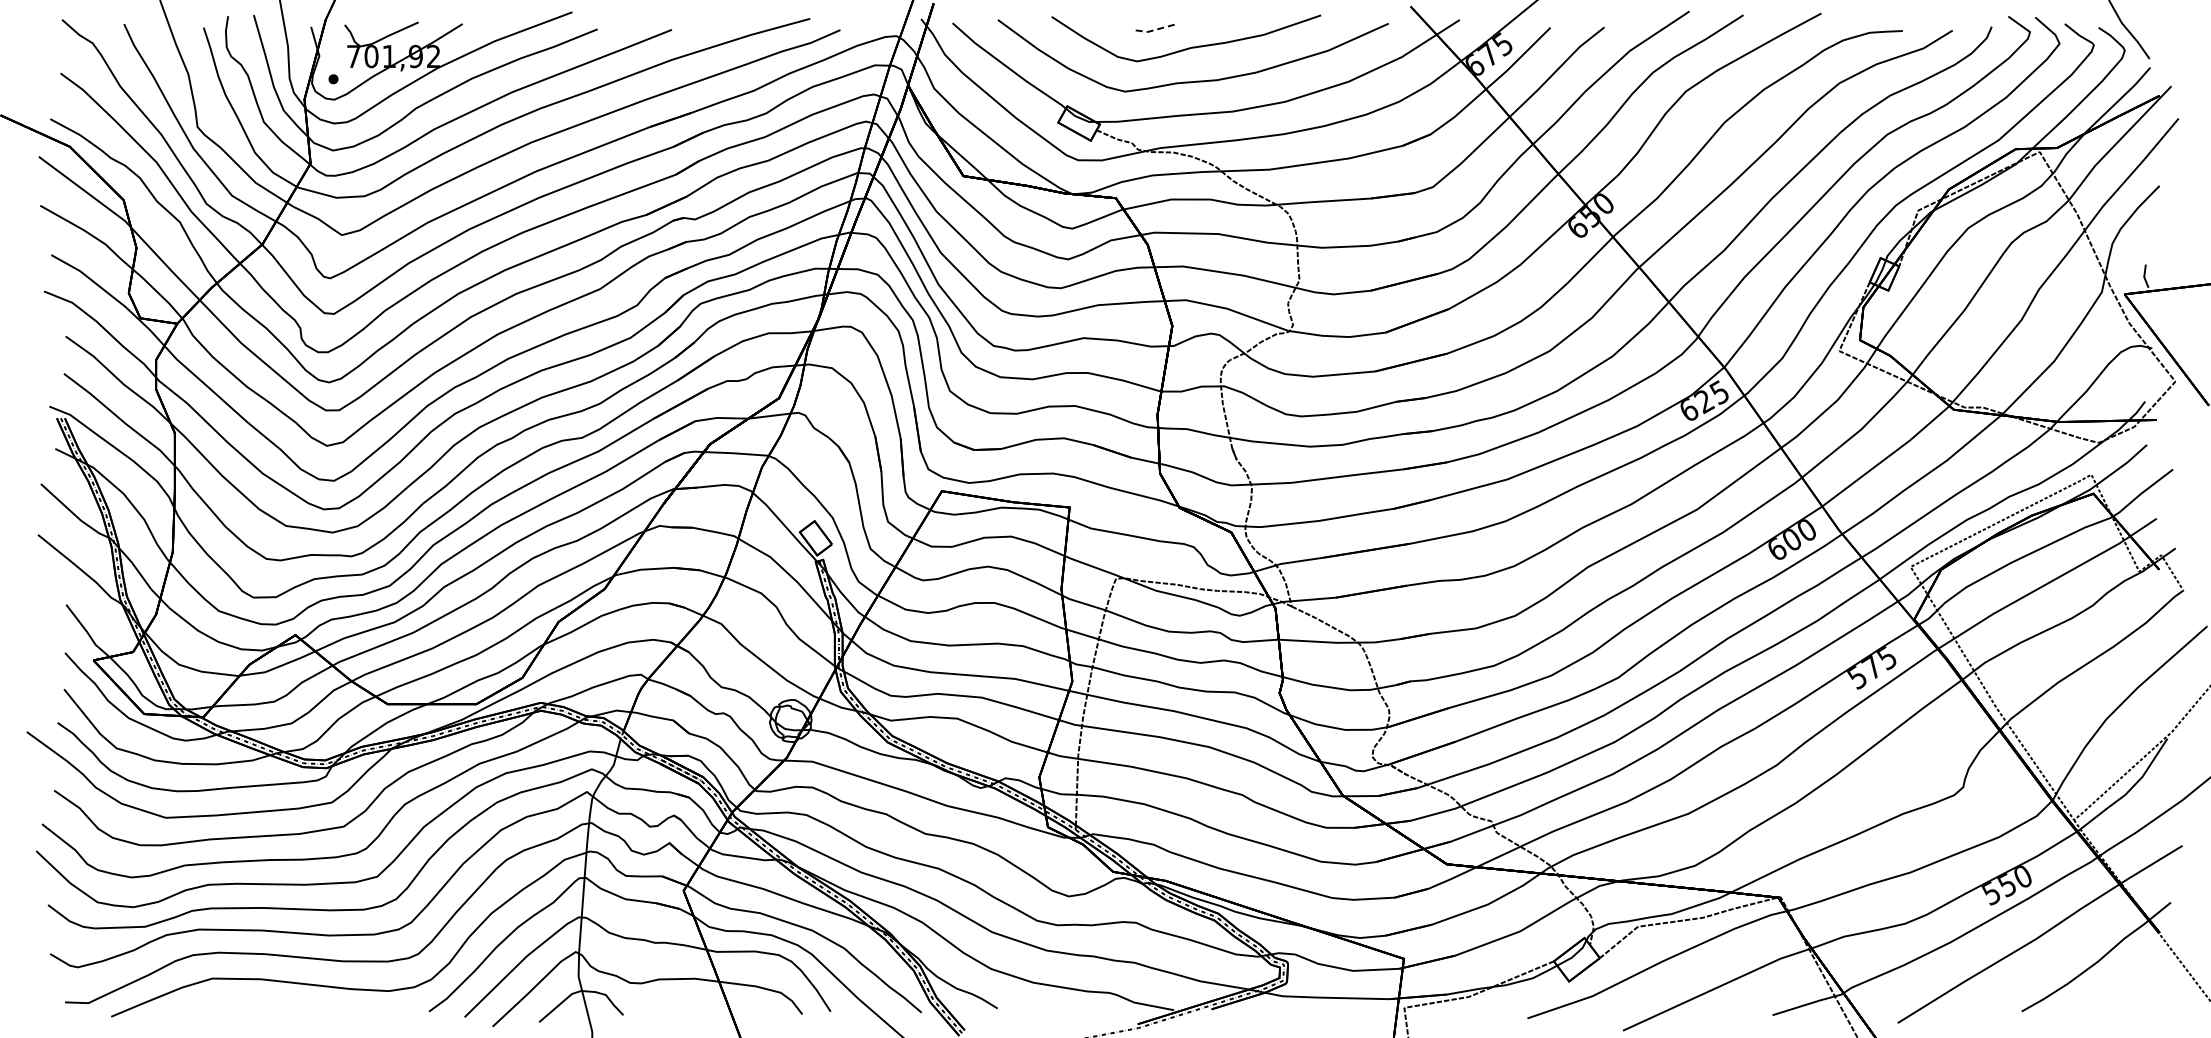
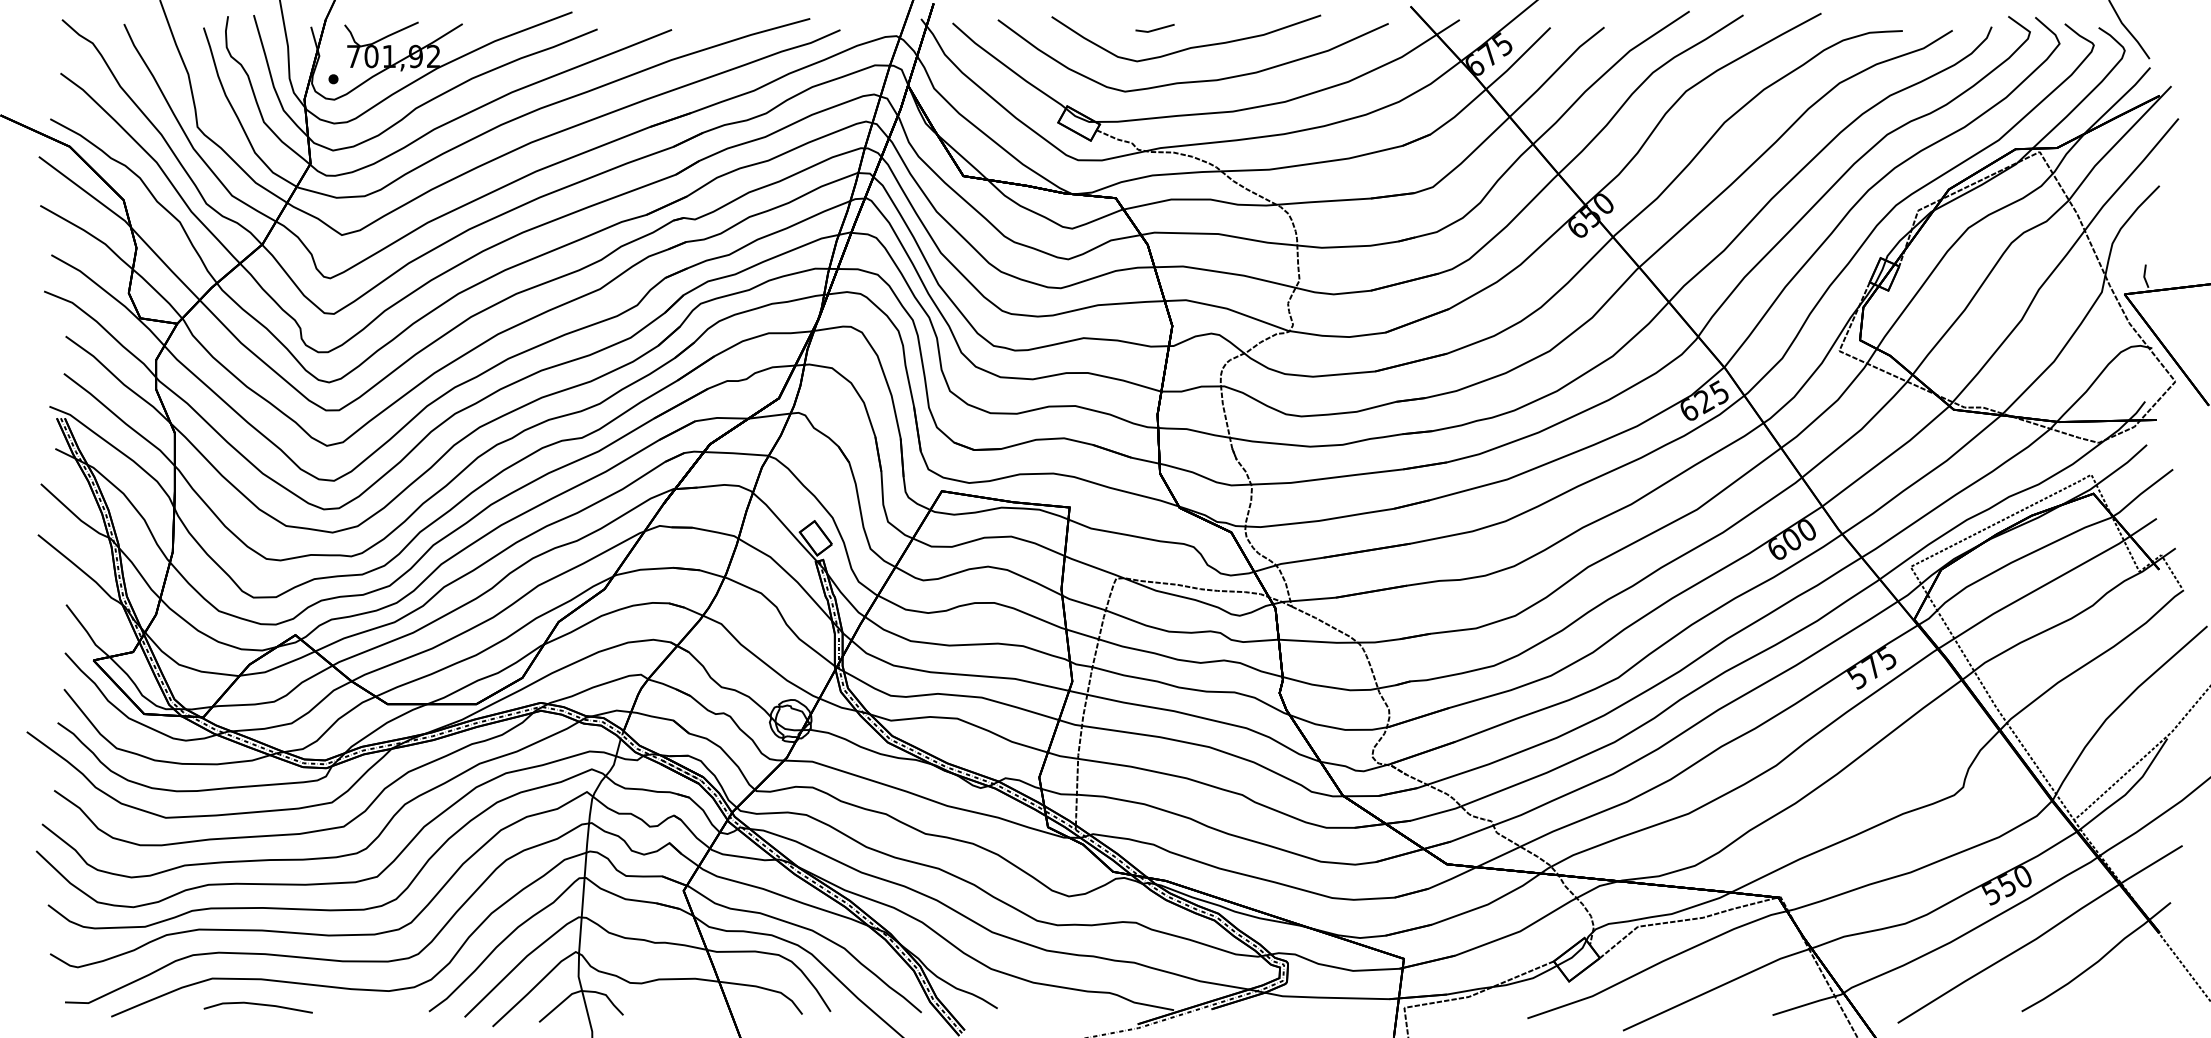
line at (1154, 30): dashed -> solid
line at (257, 1005): none -> present
